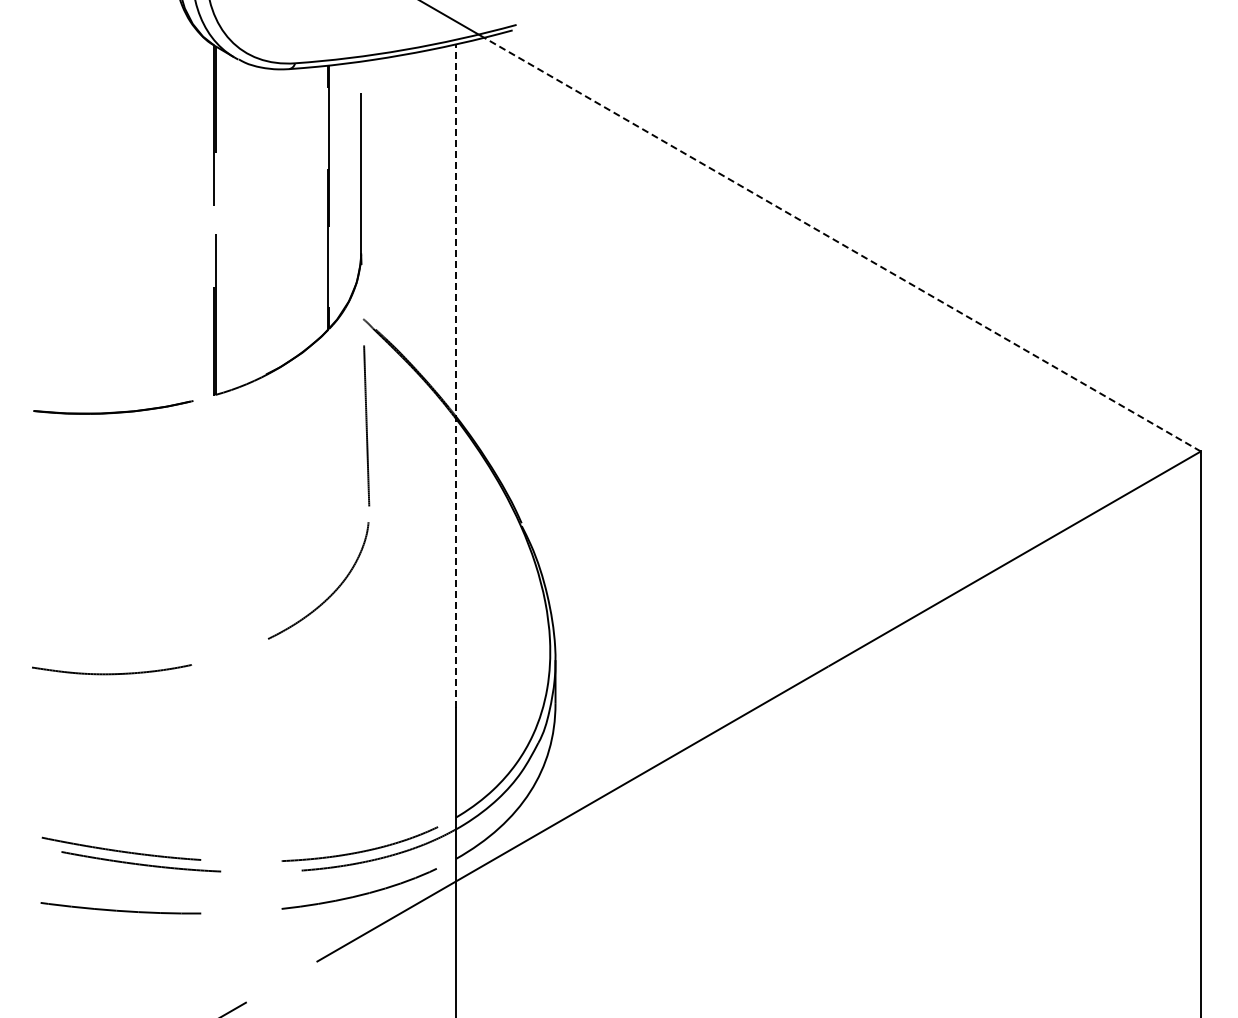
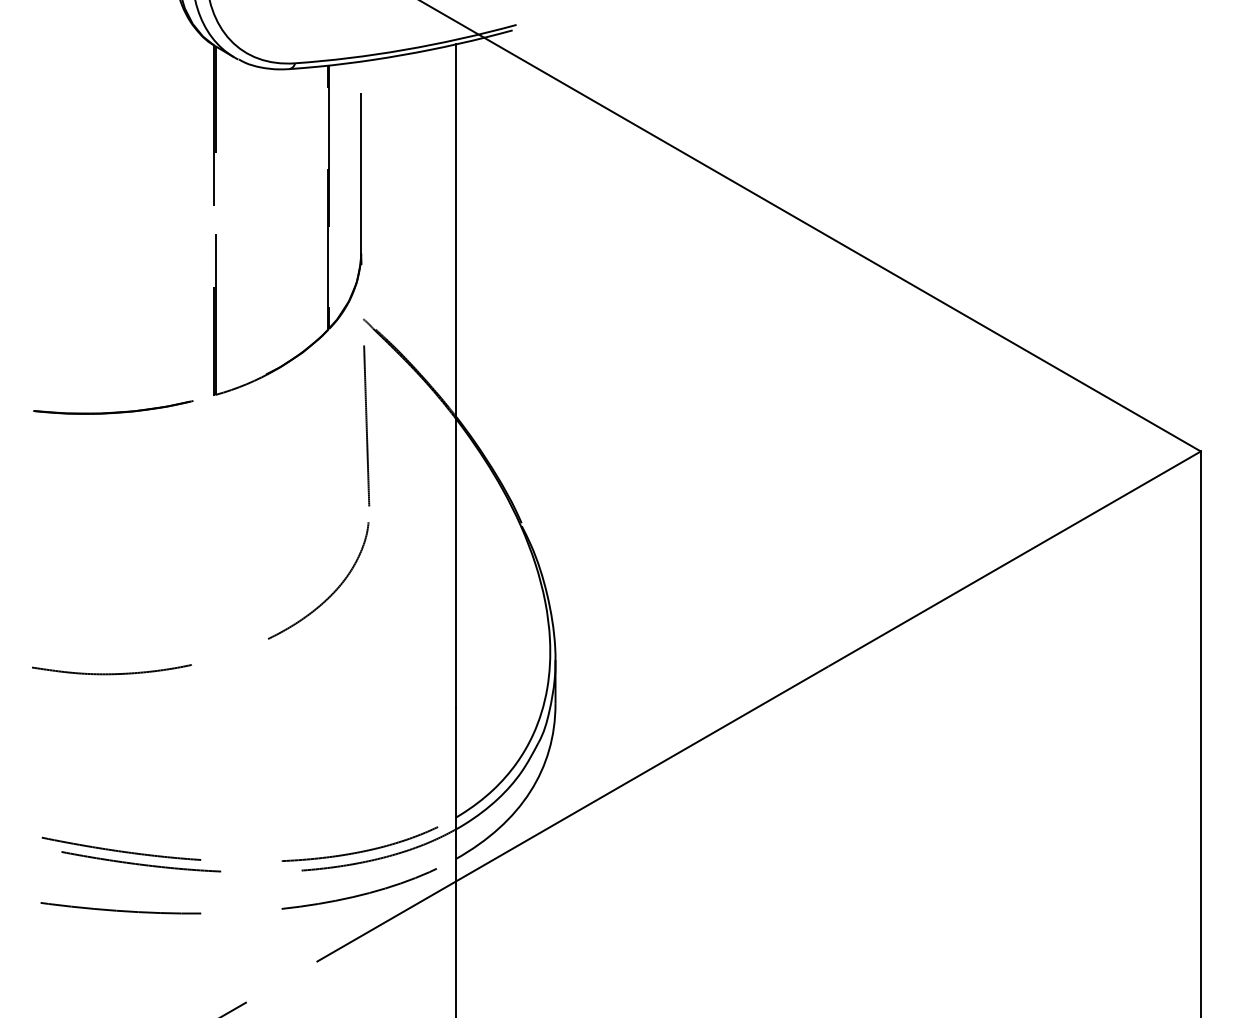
line at (842, 244): dashed -> solid
line at (456, 375): dashed -> solid
